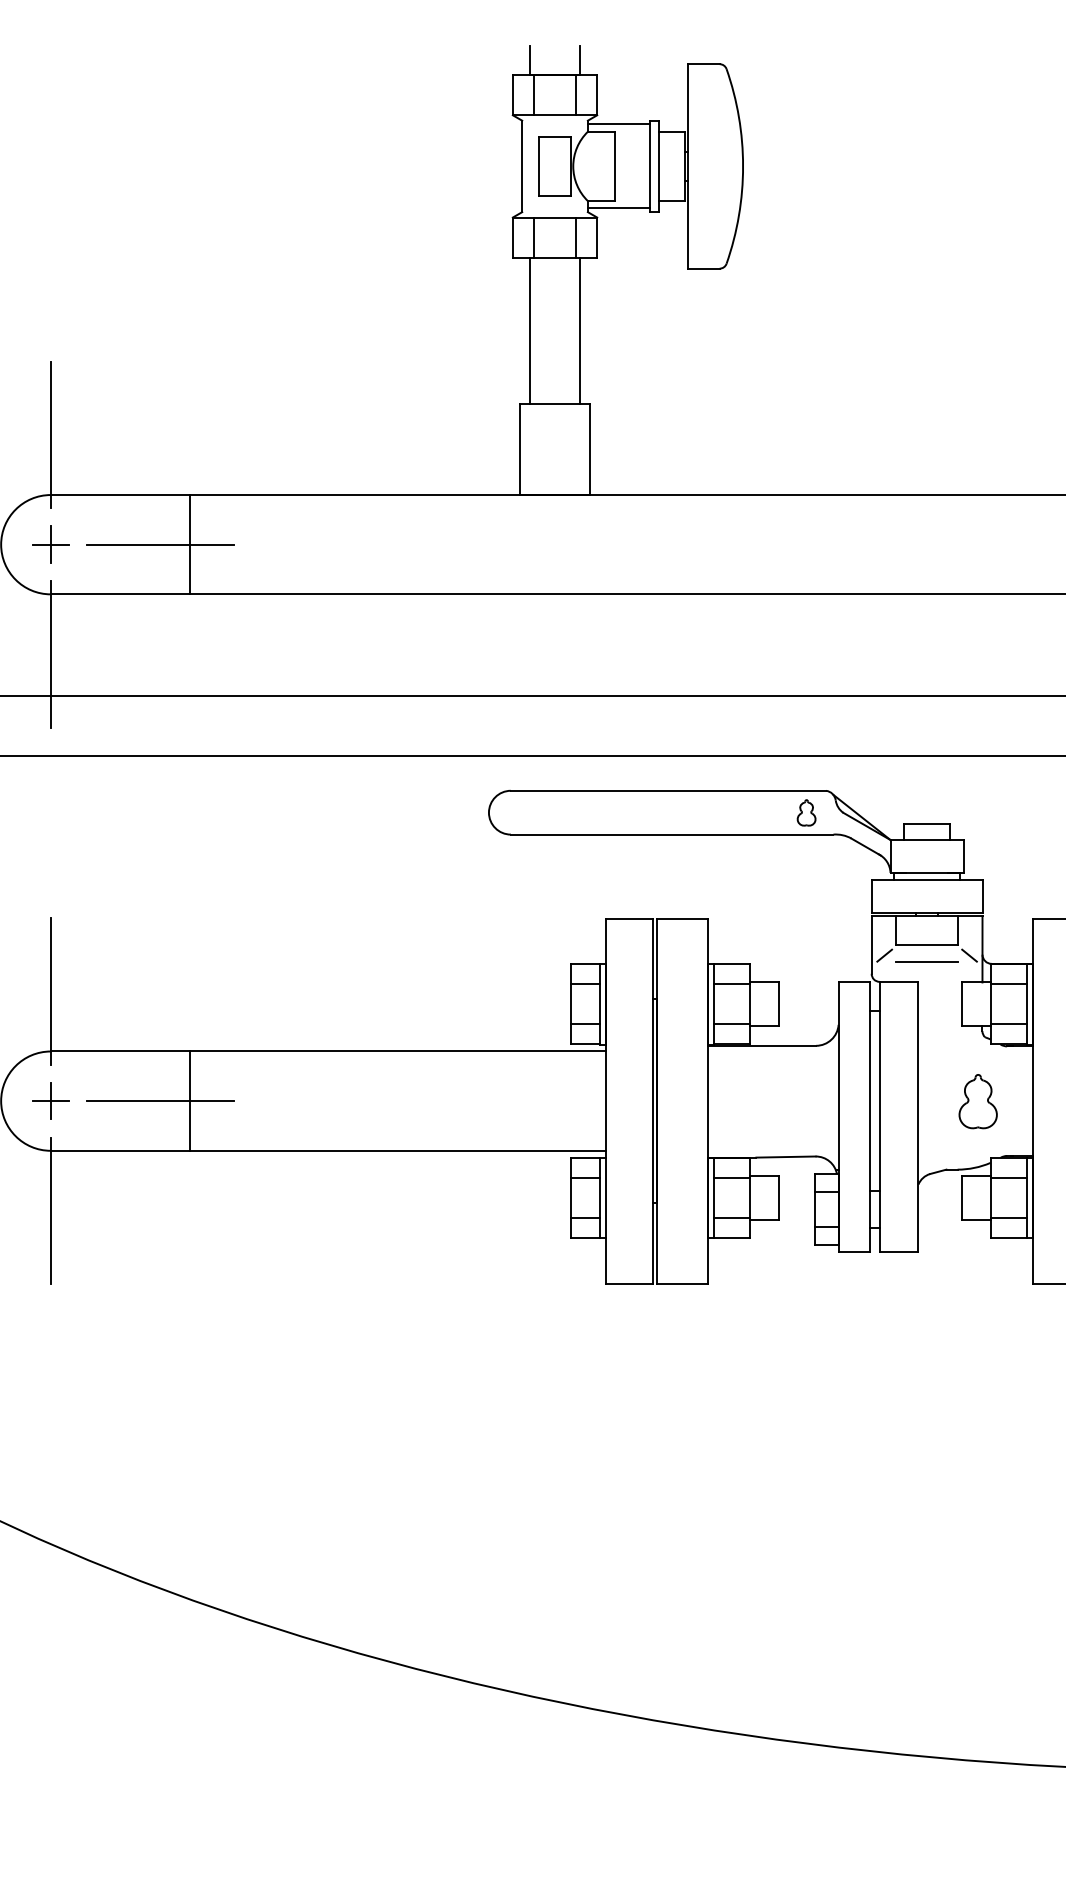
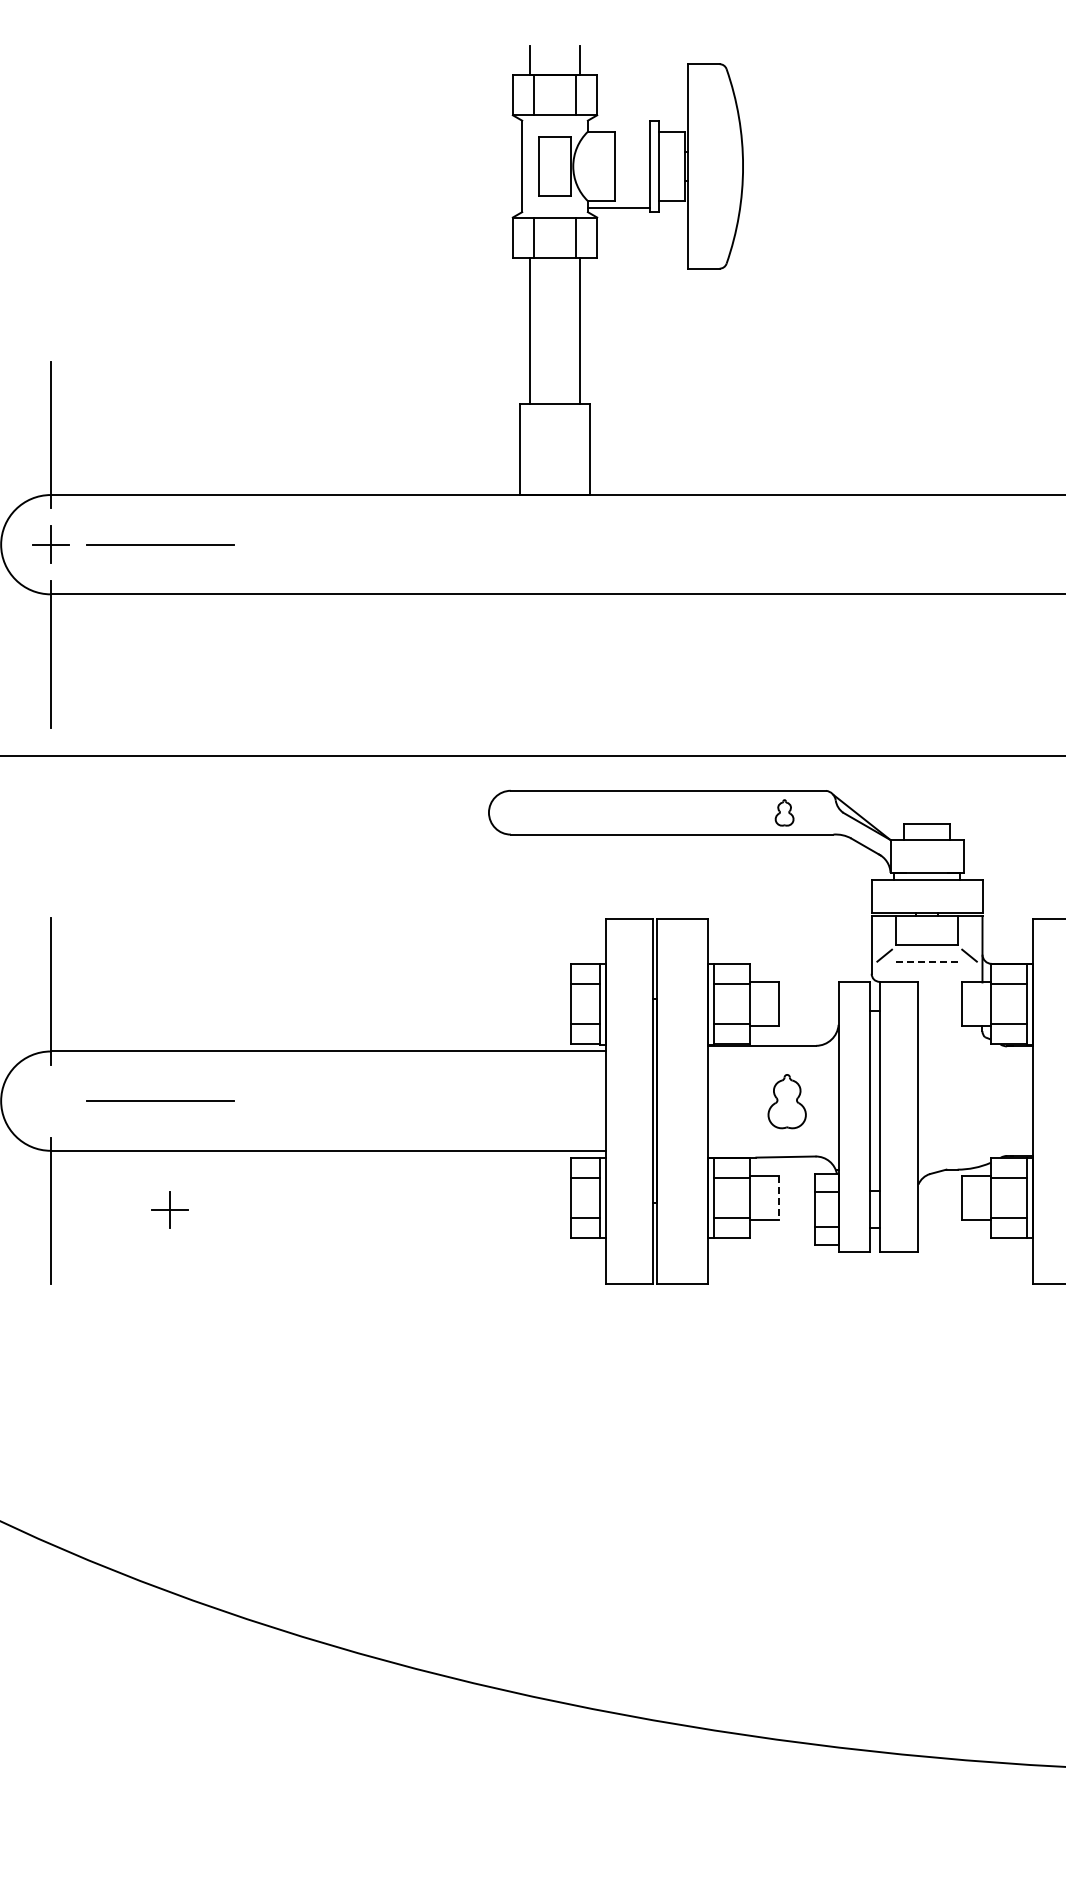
line at (618, 124): present -> none
line at (189, 544): present -> none
line at (532, 696): present -> none
part at (806, 812) position: (806, 812) -> (784, 812)
line at (927, 961): solid -> dashed
part at (50, 1100) position: (50, 1100) -> (169, 1209)
line at (189, 1100): present -> none
part at (977, 1101) position: (977, 1101) -> (786, 1101)
line at (778, 1197): solid -> dashed
